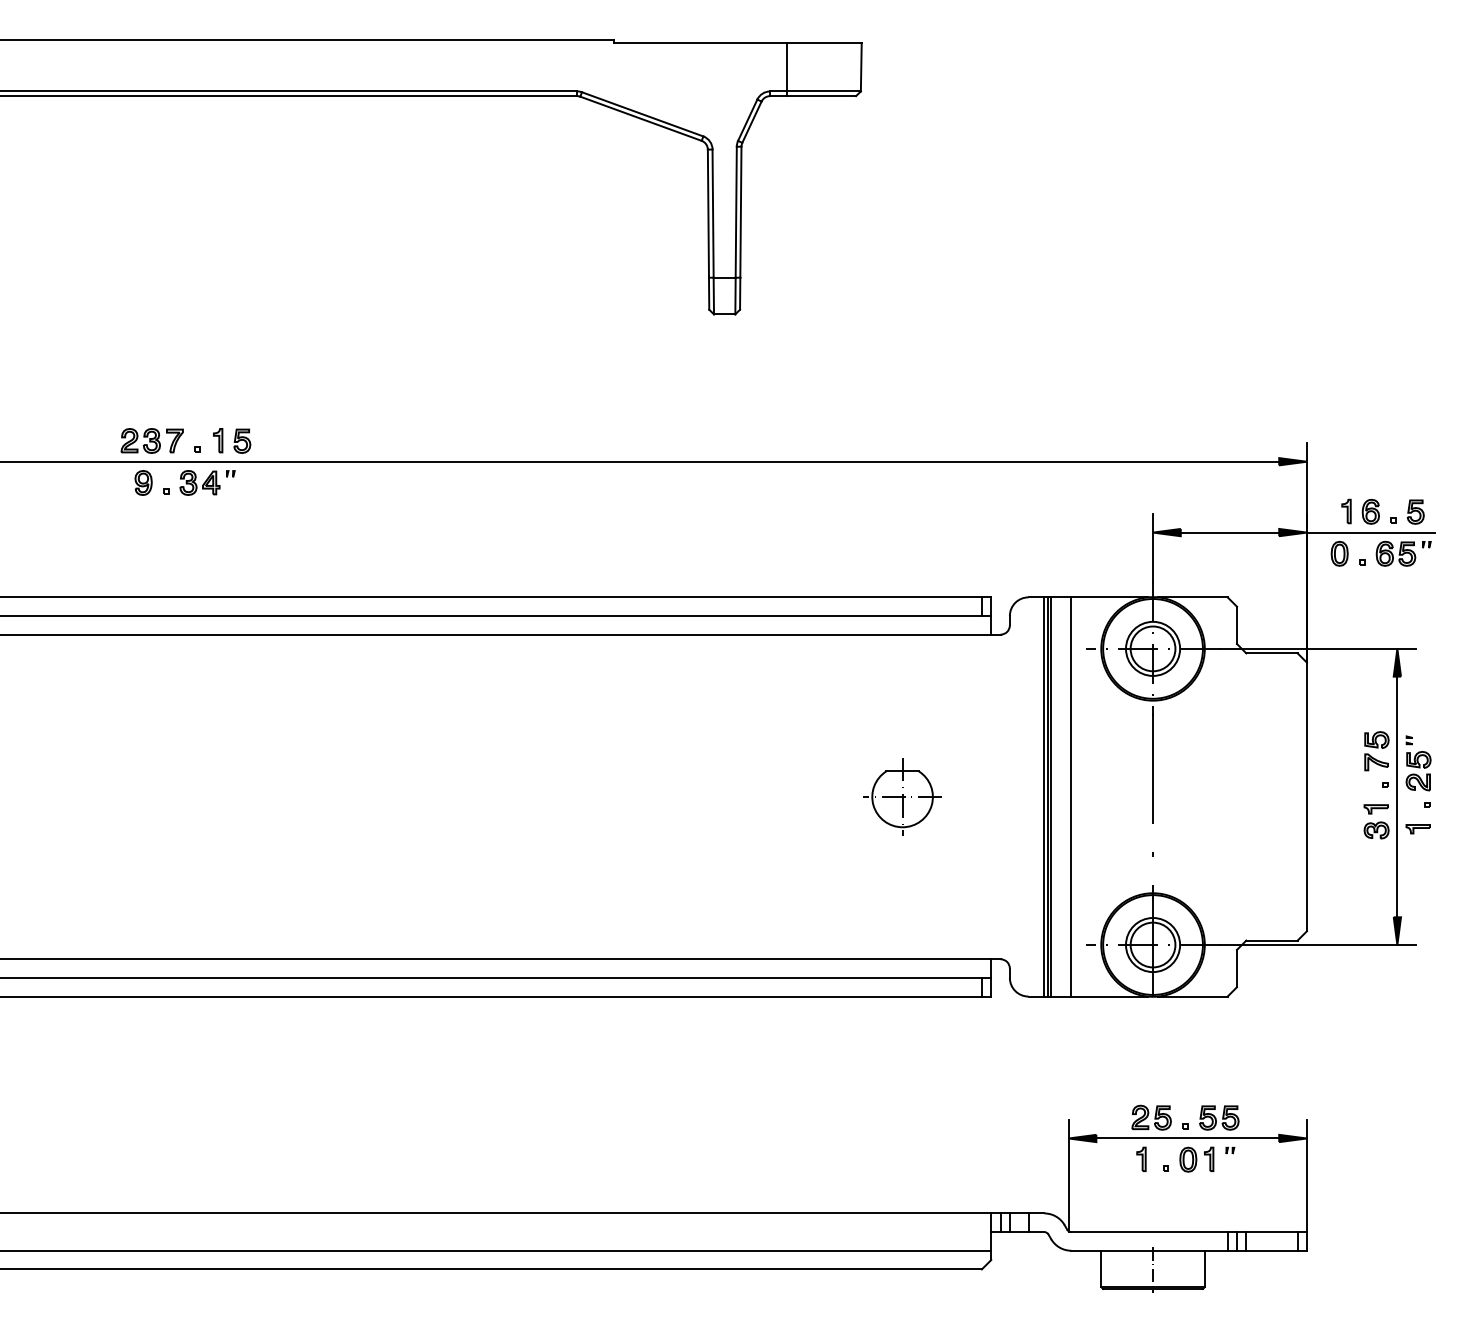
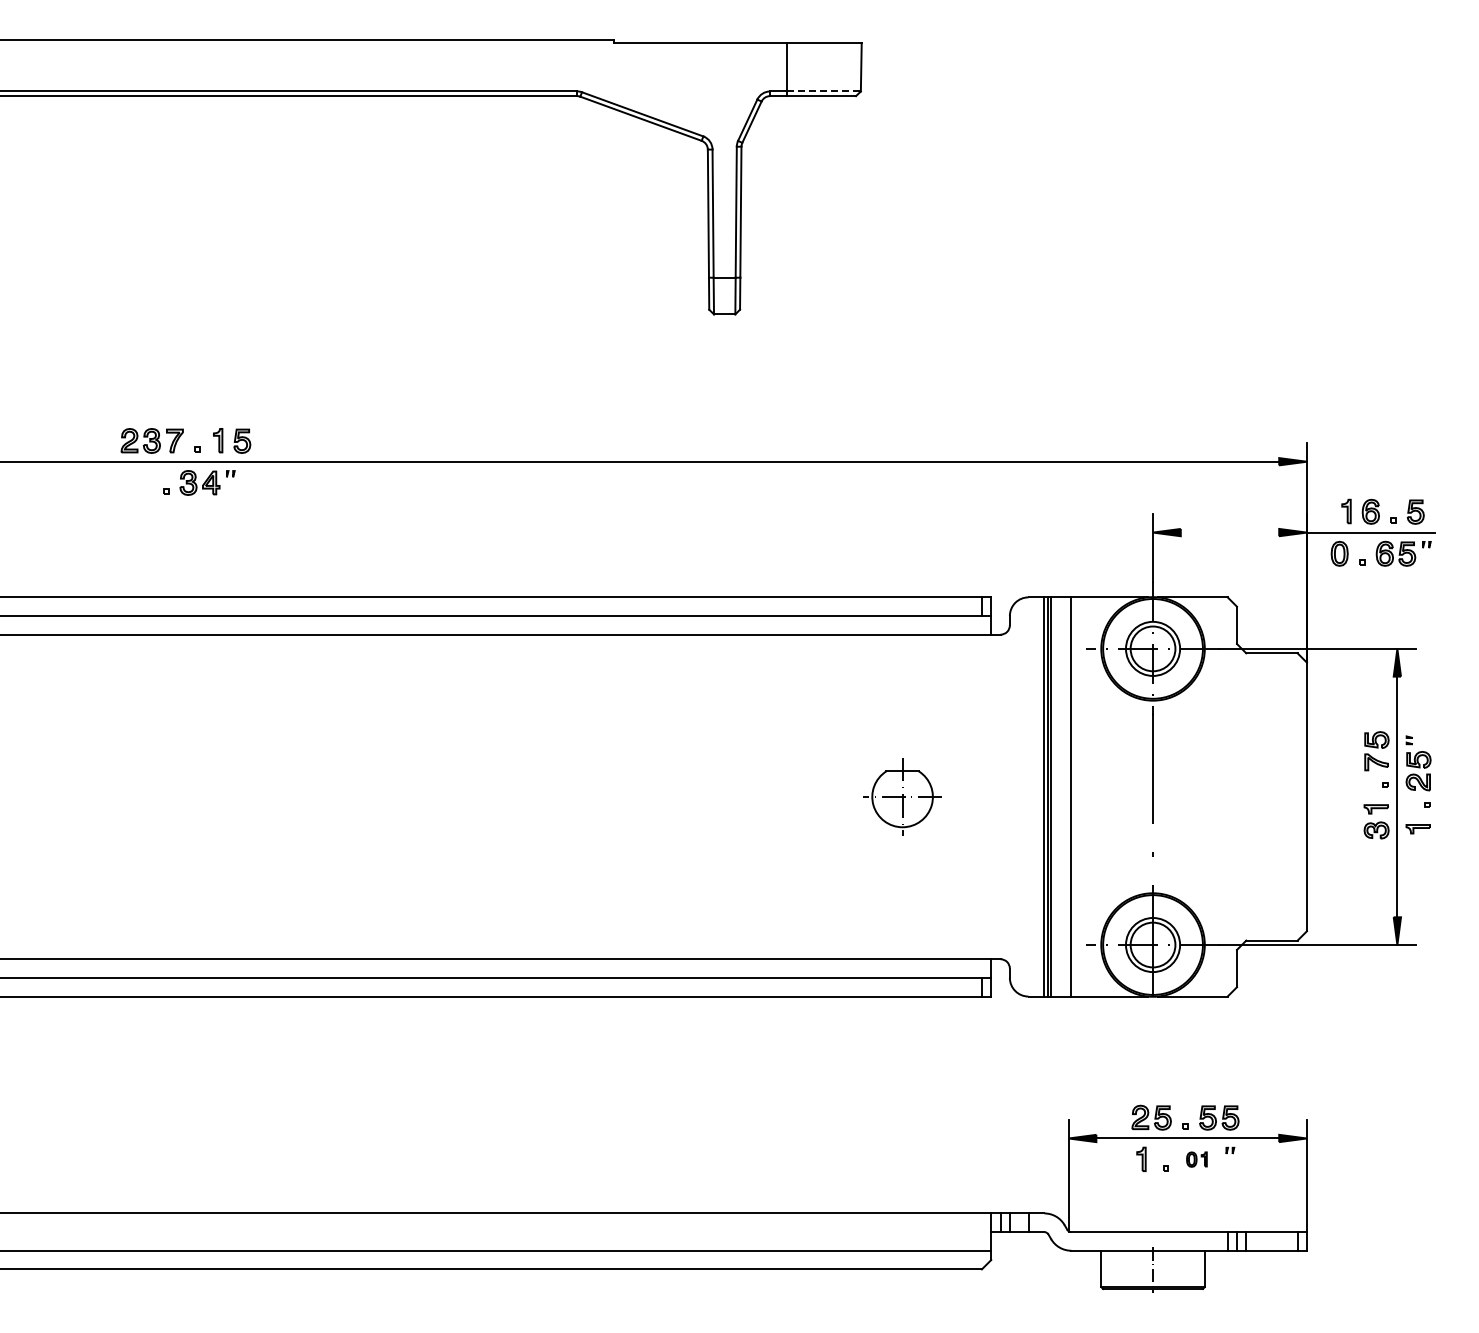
line at (824, 91): solid -> dashed
part at (143, 482): present -> none
line at (1229, 532): present -> none
part at (1196, 1159) size: 36x27 px -> 22x17 px
